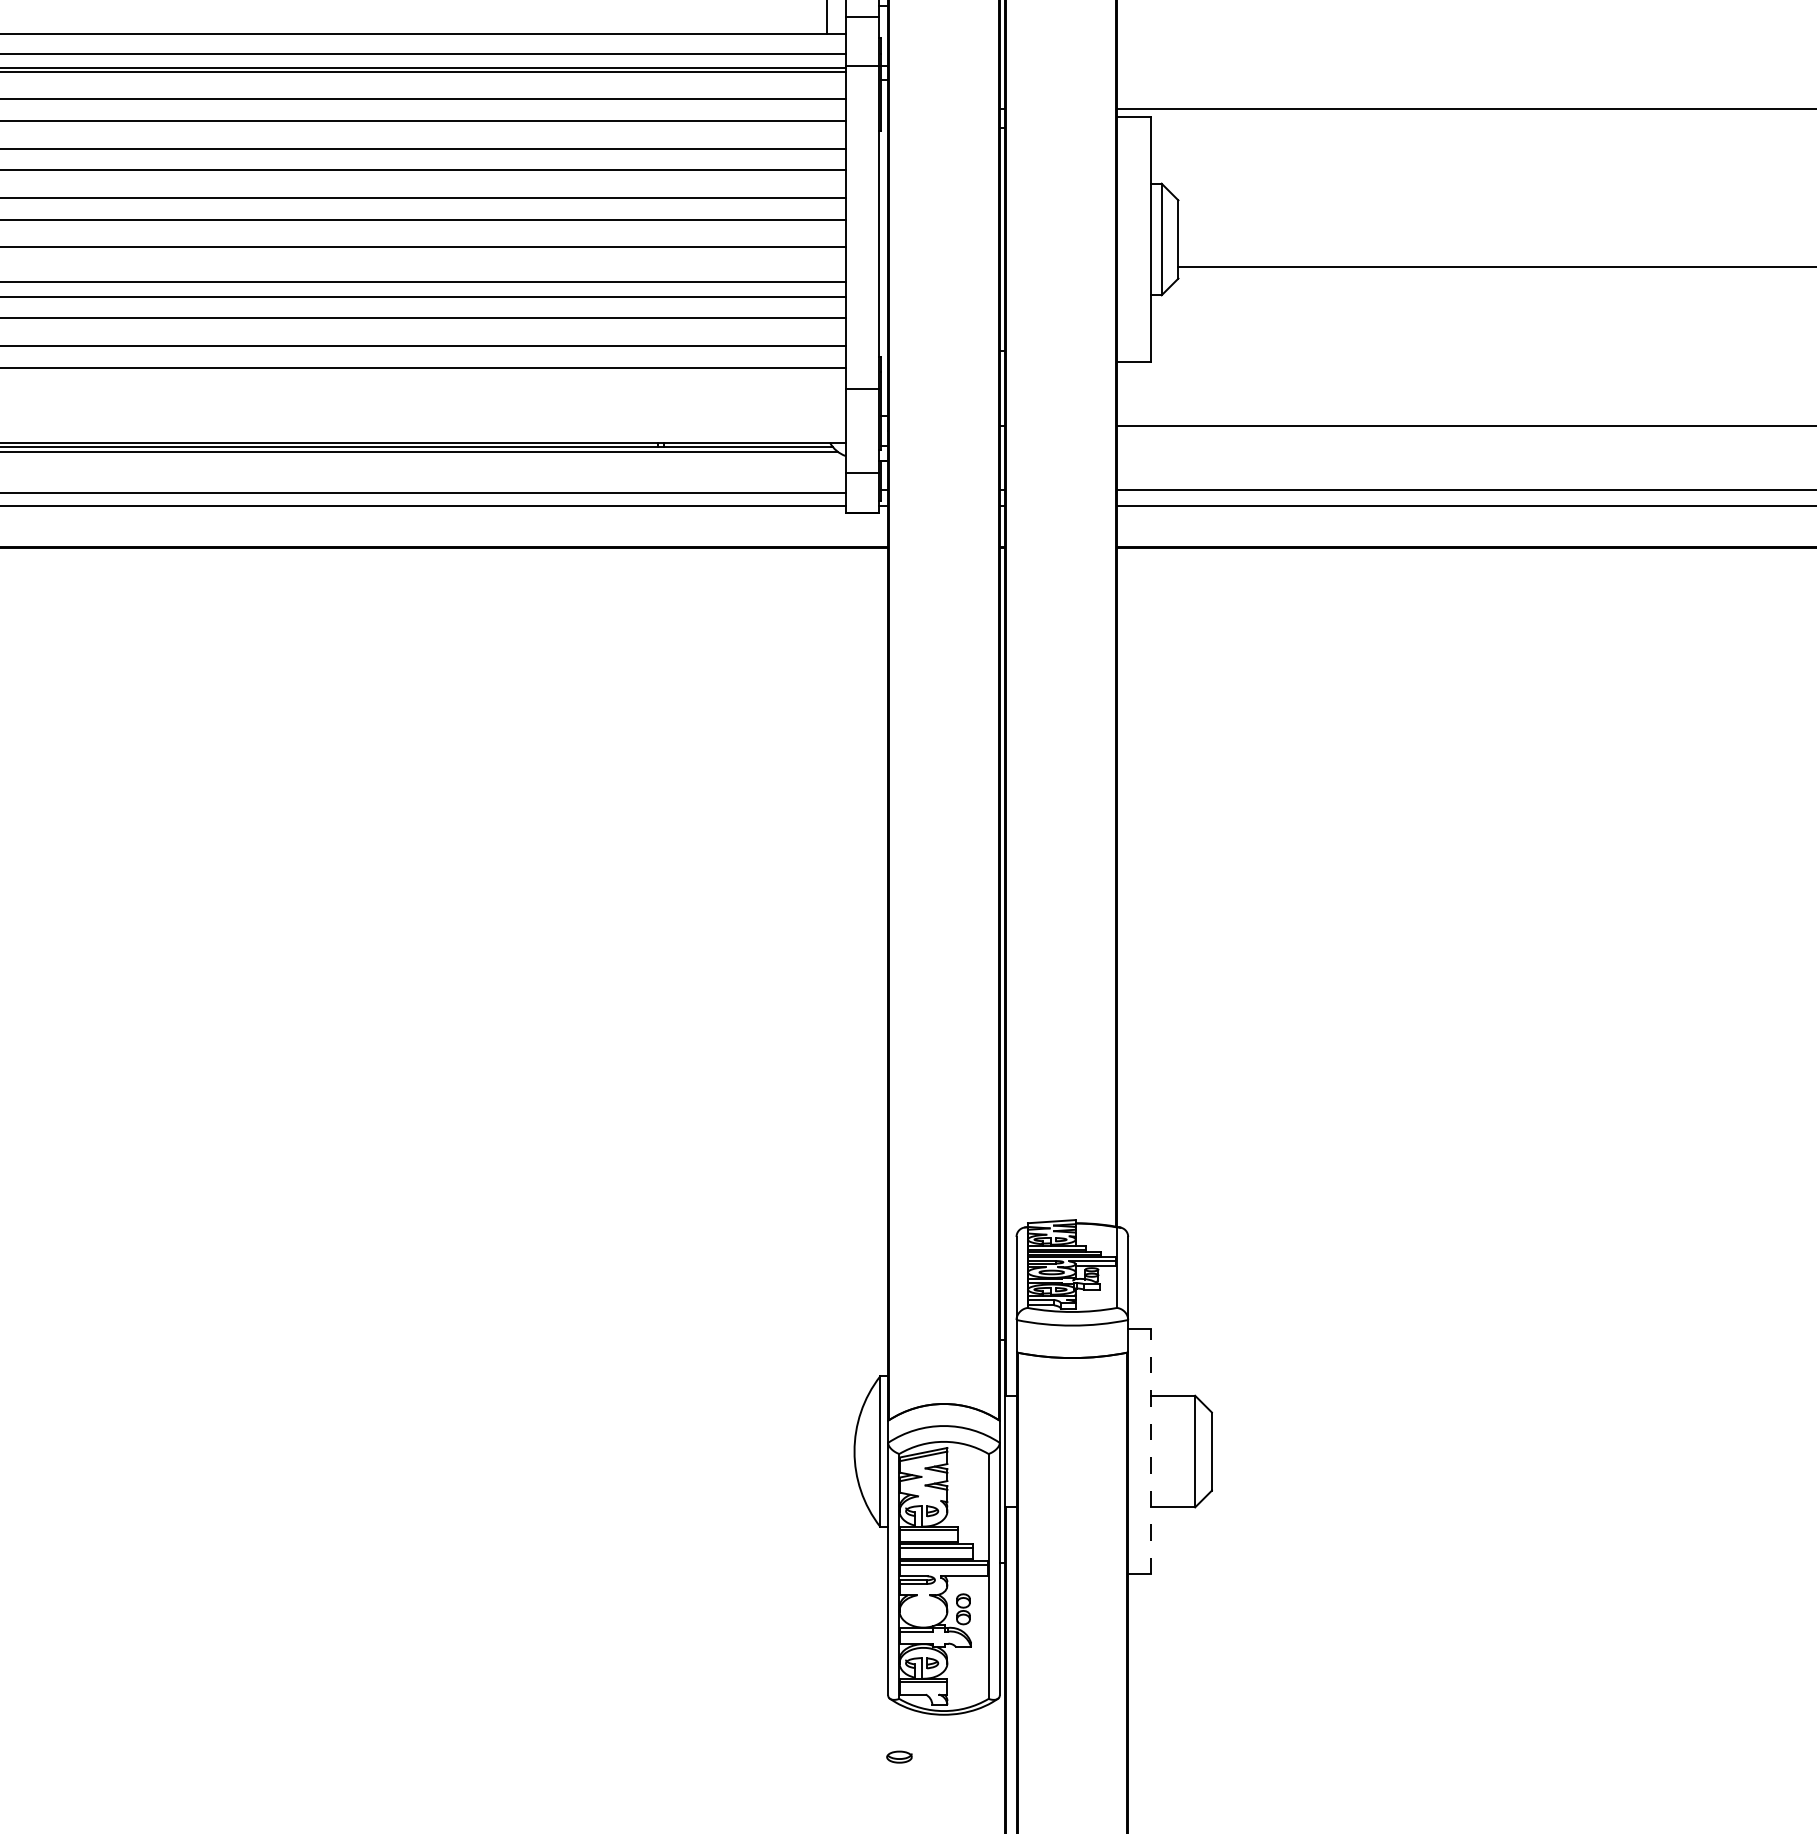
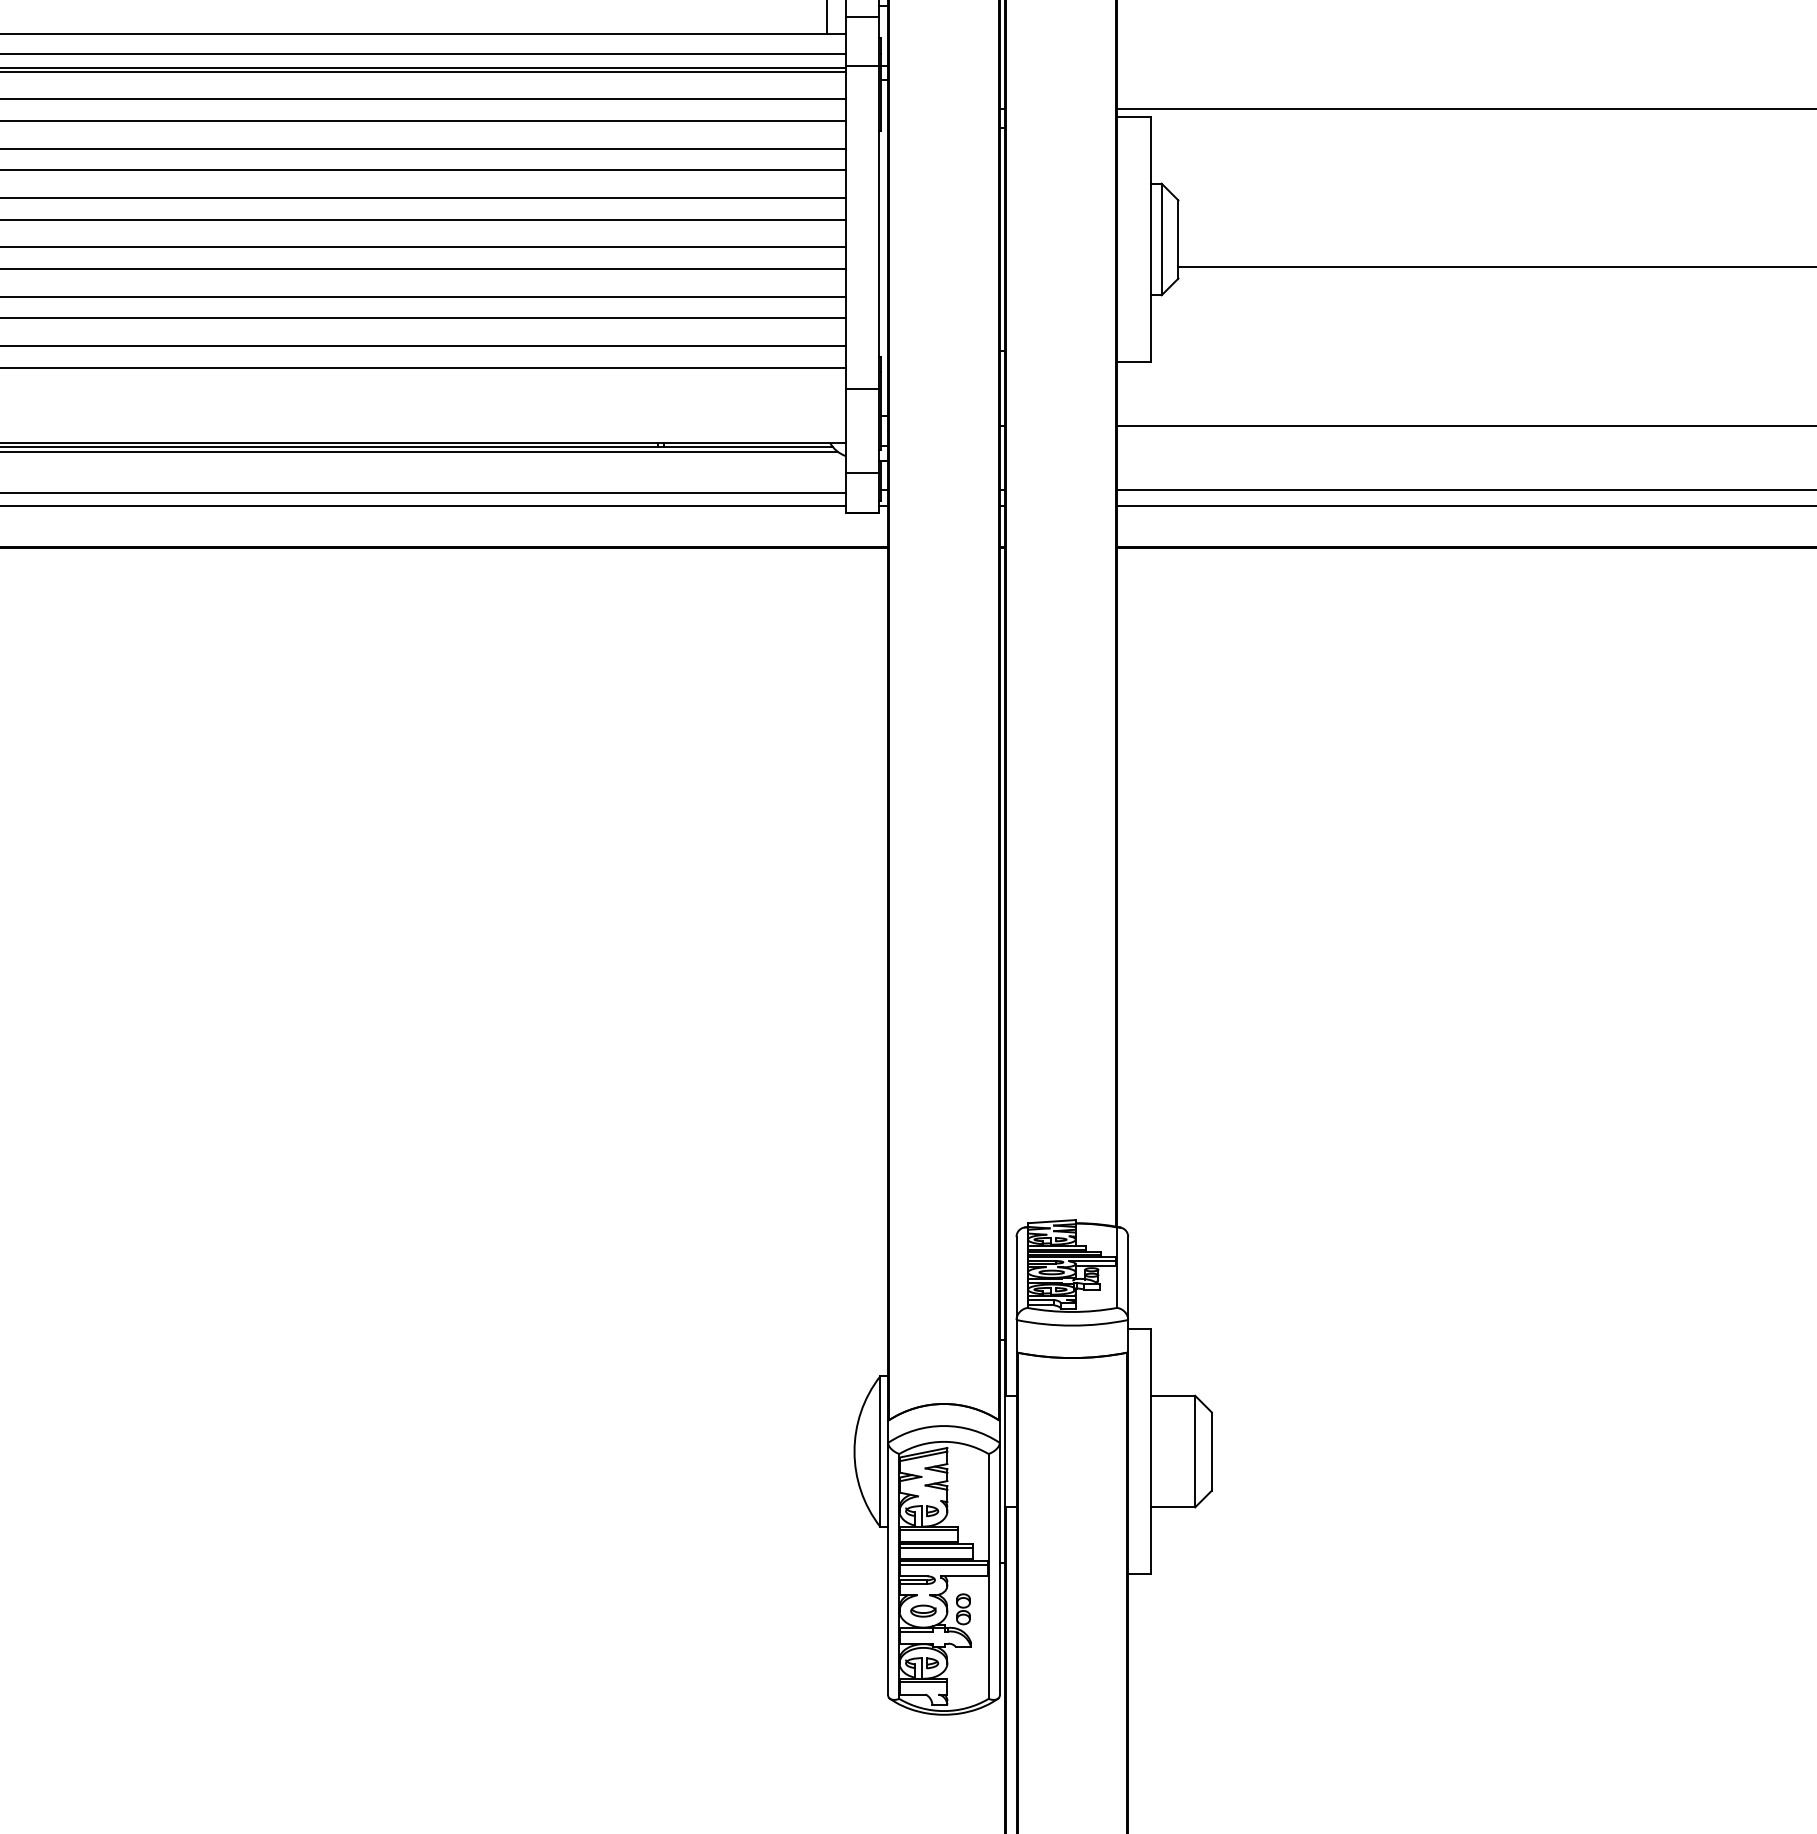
line at (423, 281) position: (423, 281) -> (423, 268)
line at (1150, 1451): dashed -> solid
part at (899, 1756) position: (899, 1756) -> (923, 1610)
